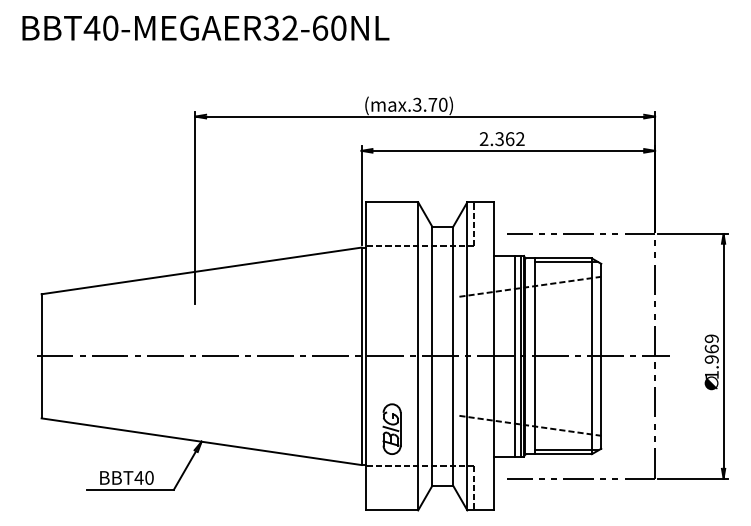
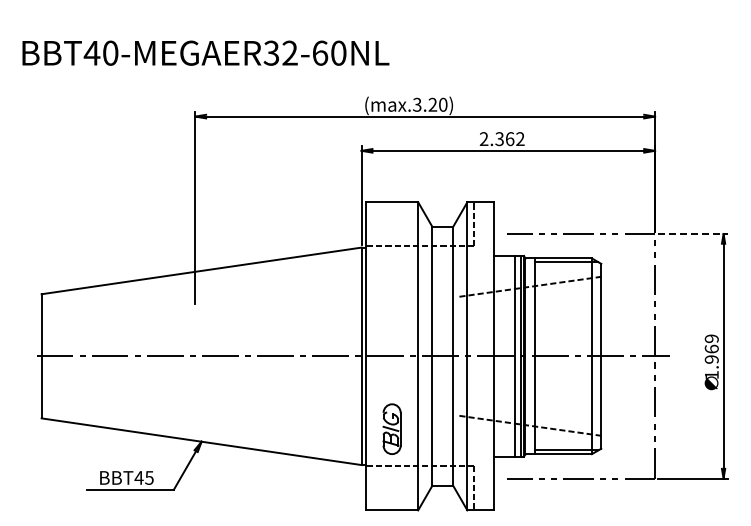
text at (205, 27) position: (205, 27) -> (205, 52)
text at (432, 104): (max.3.70) -> (max.3.20)
line at (693, 234): solid -> dashed
text at (149, 477): BBT40 -> BBT45
